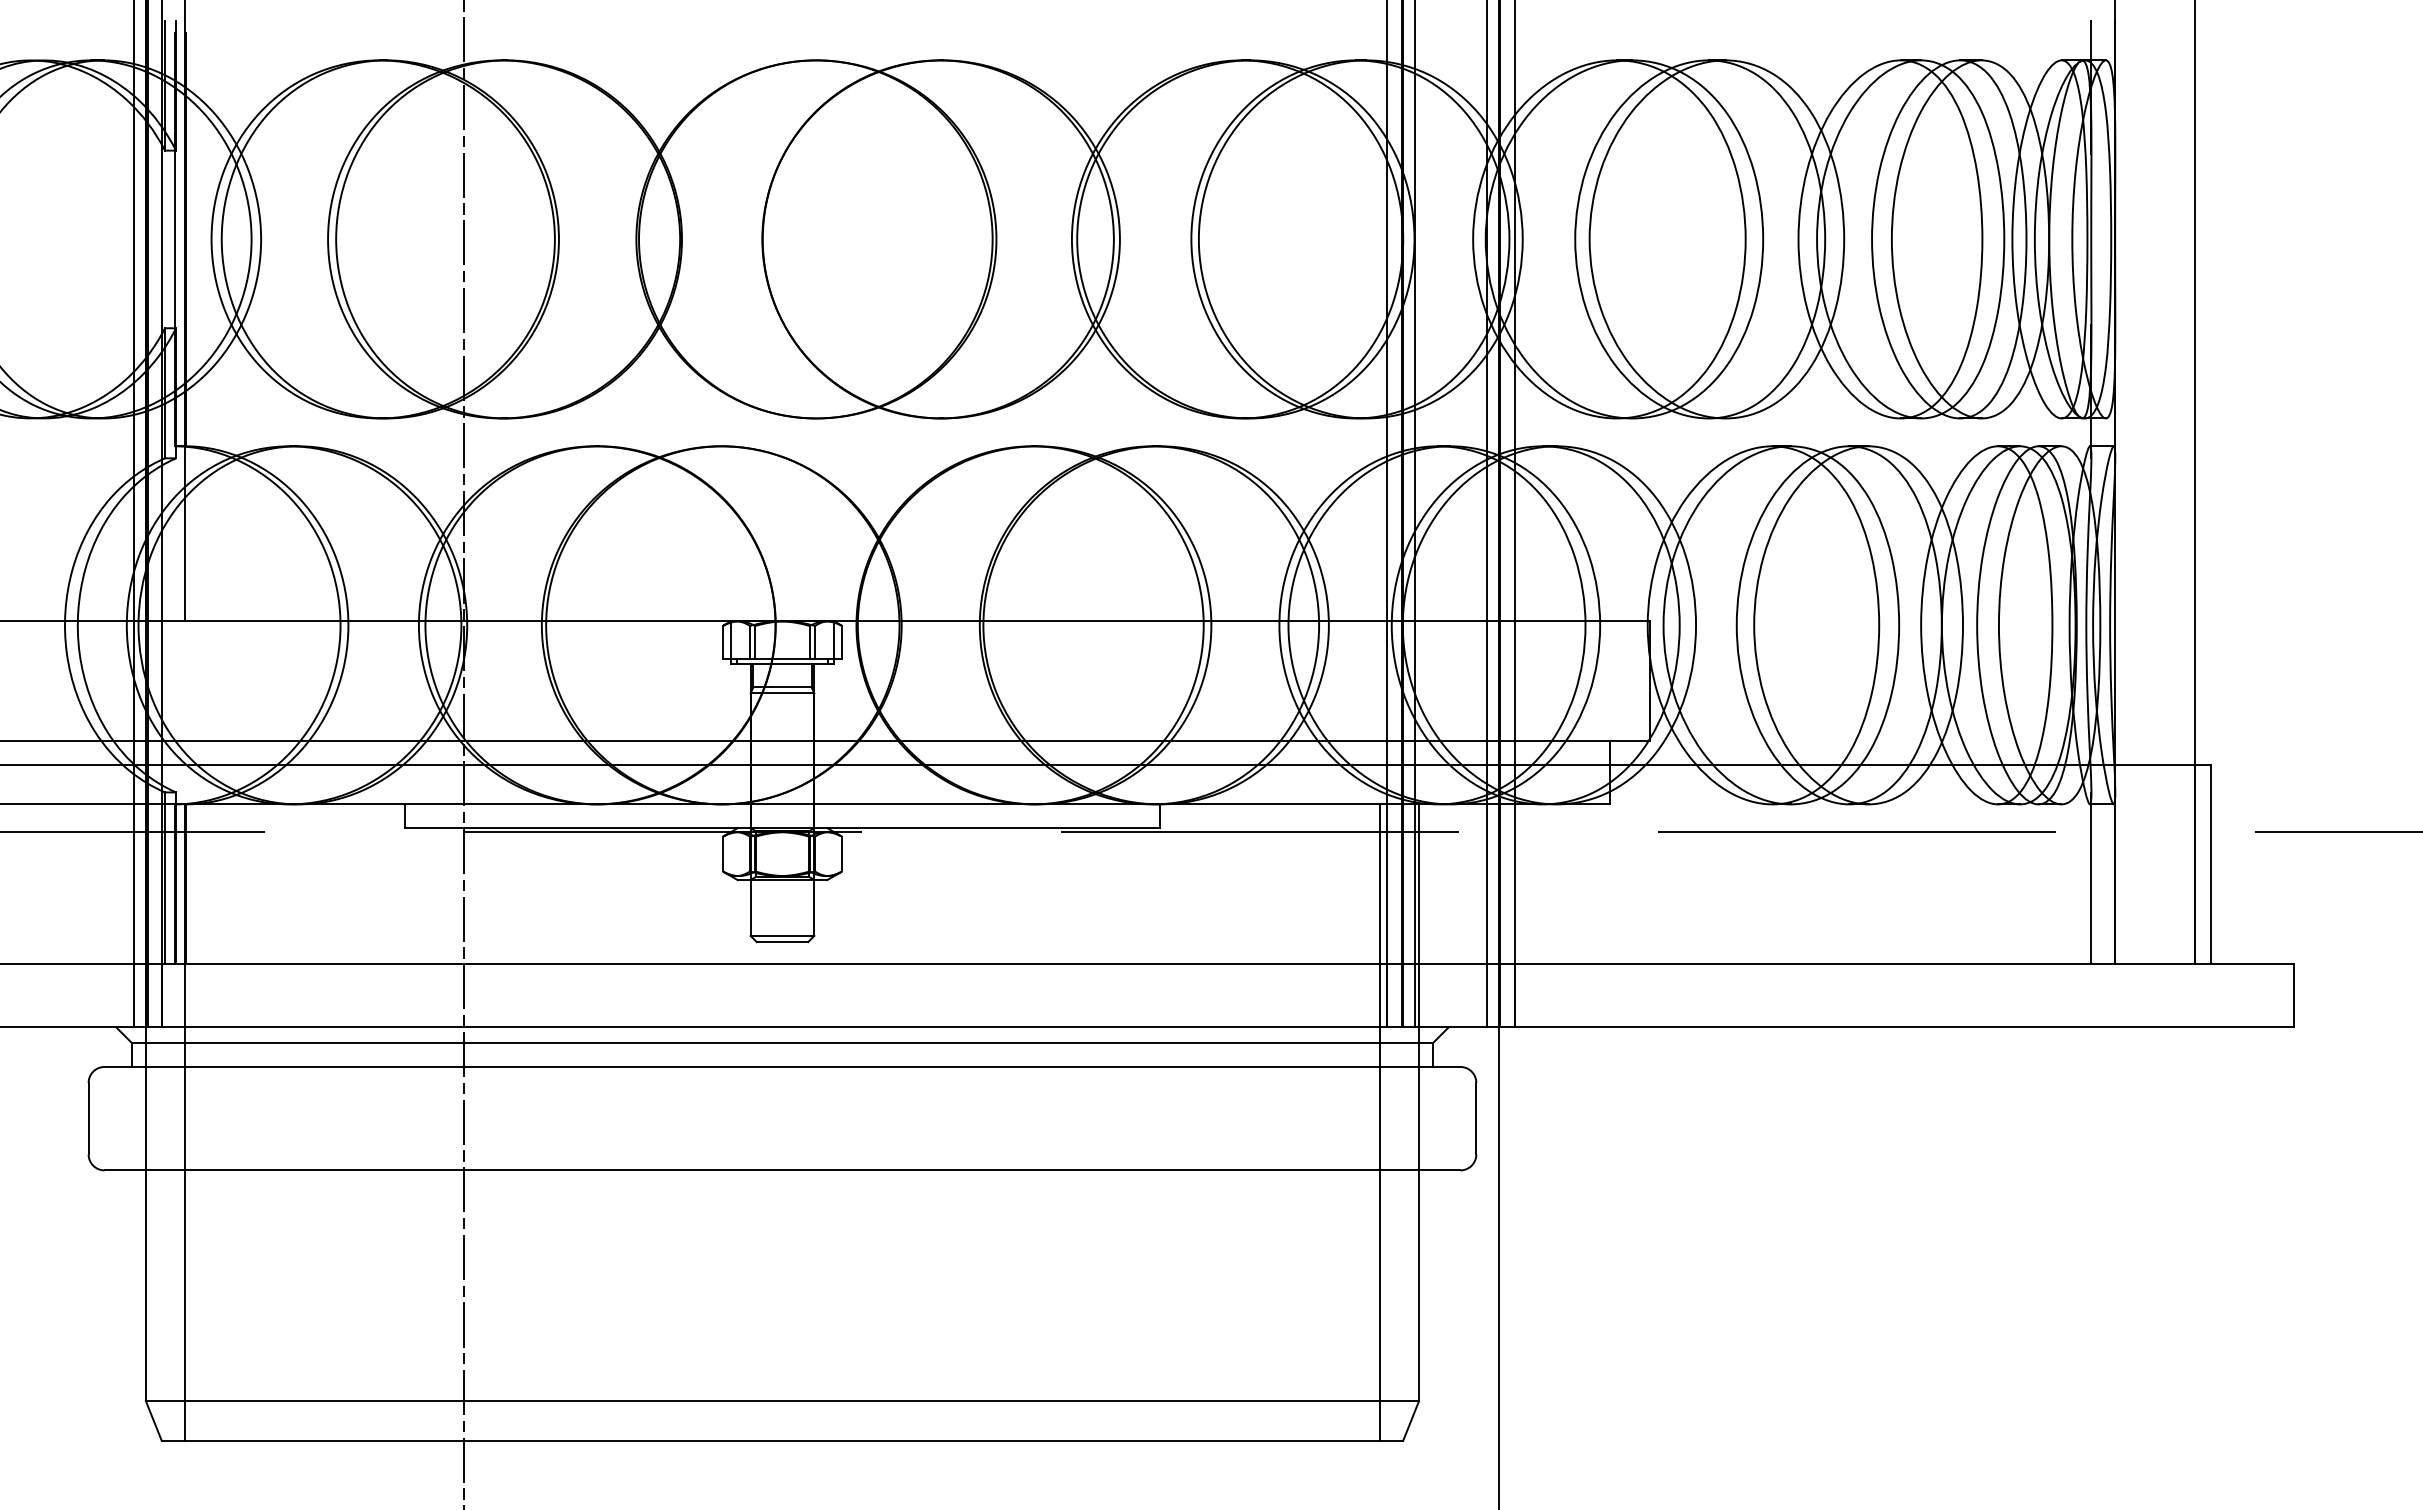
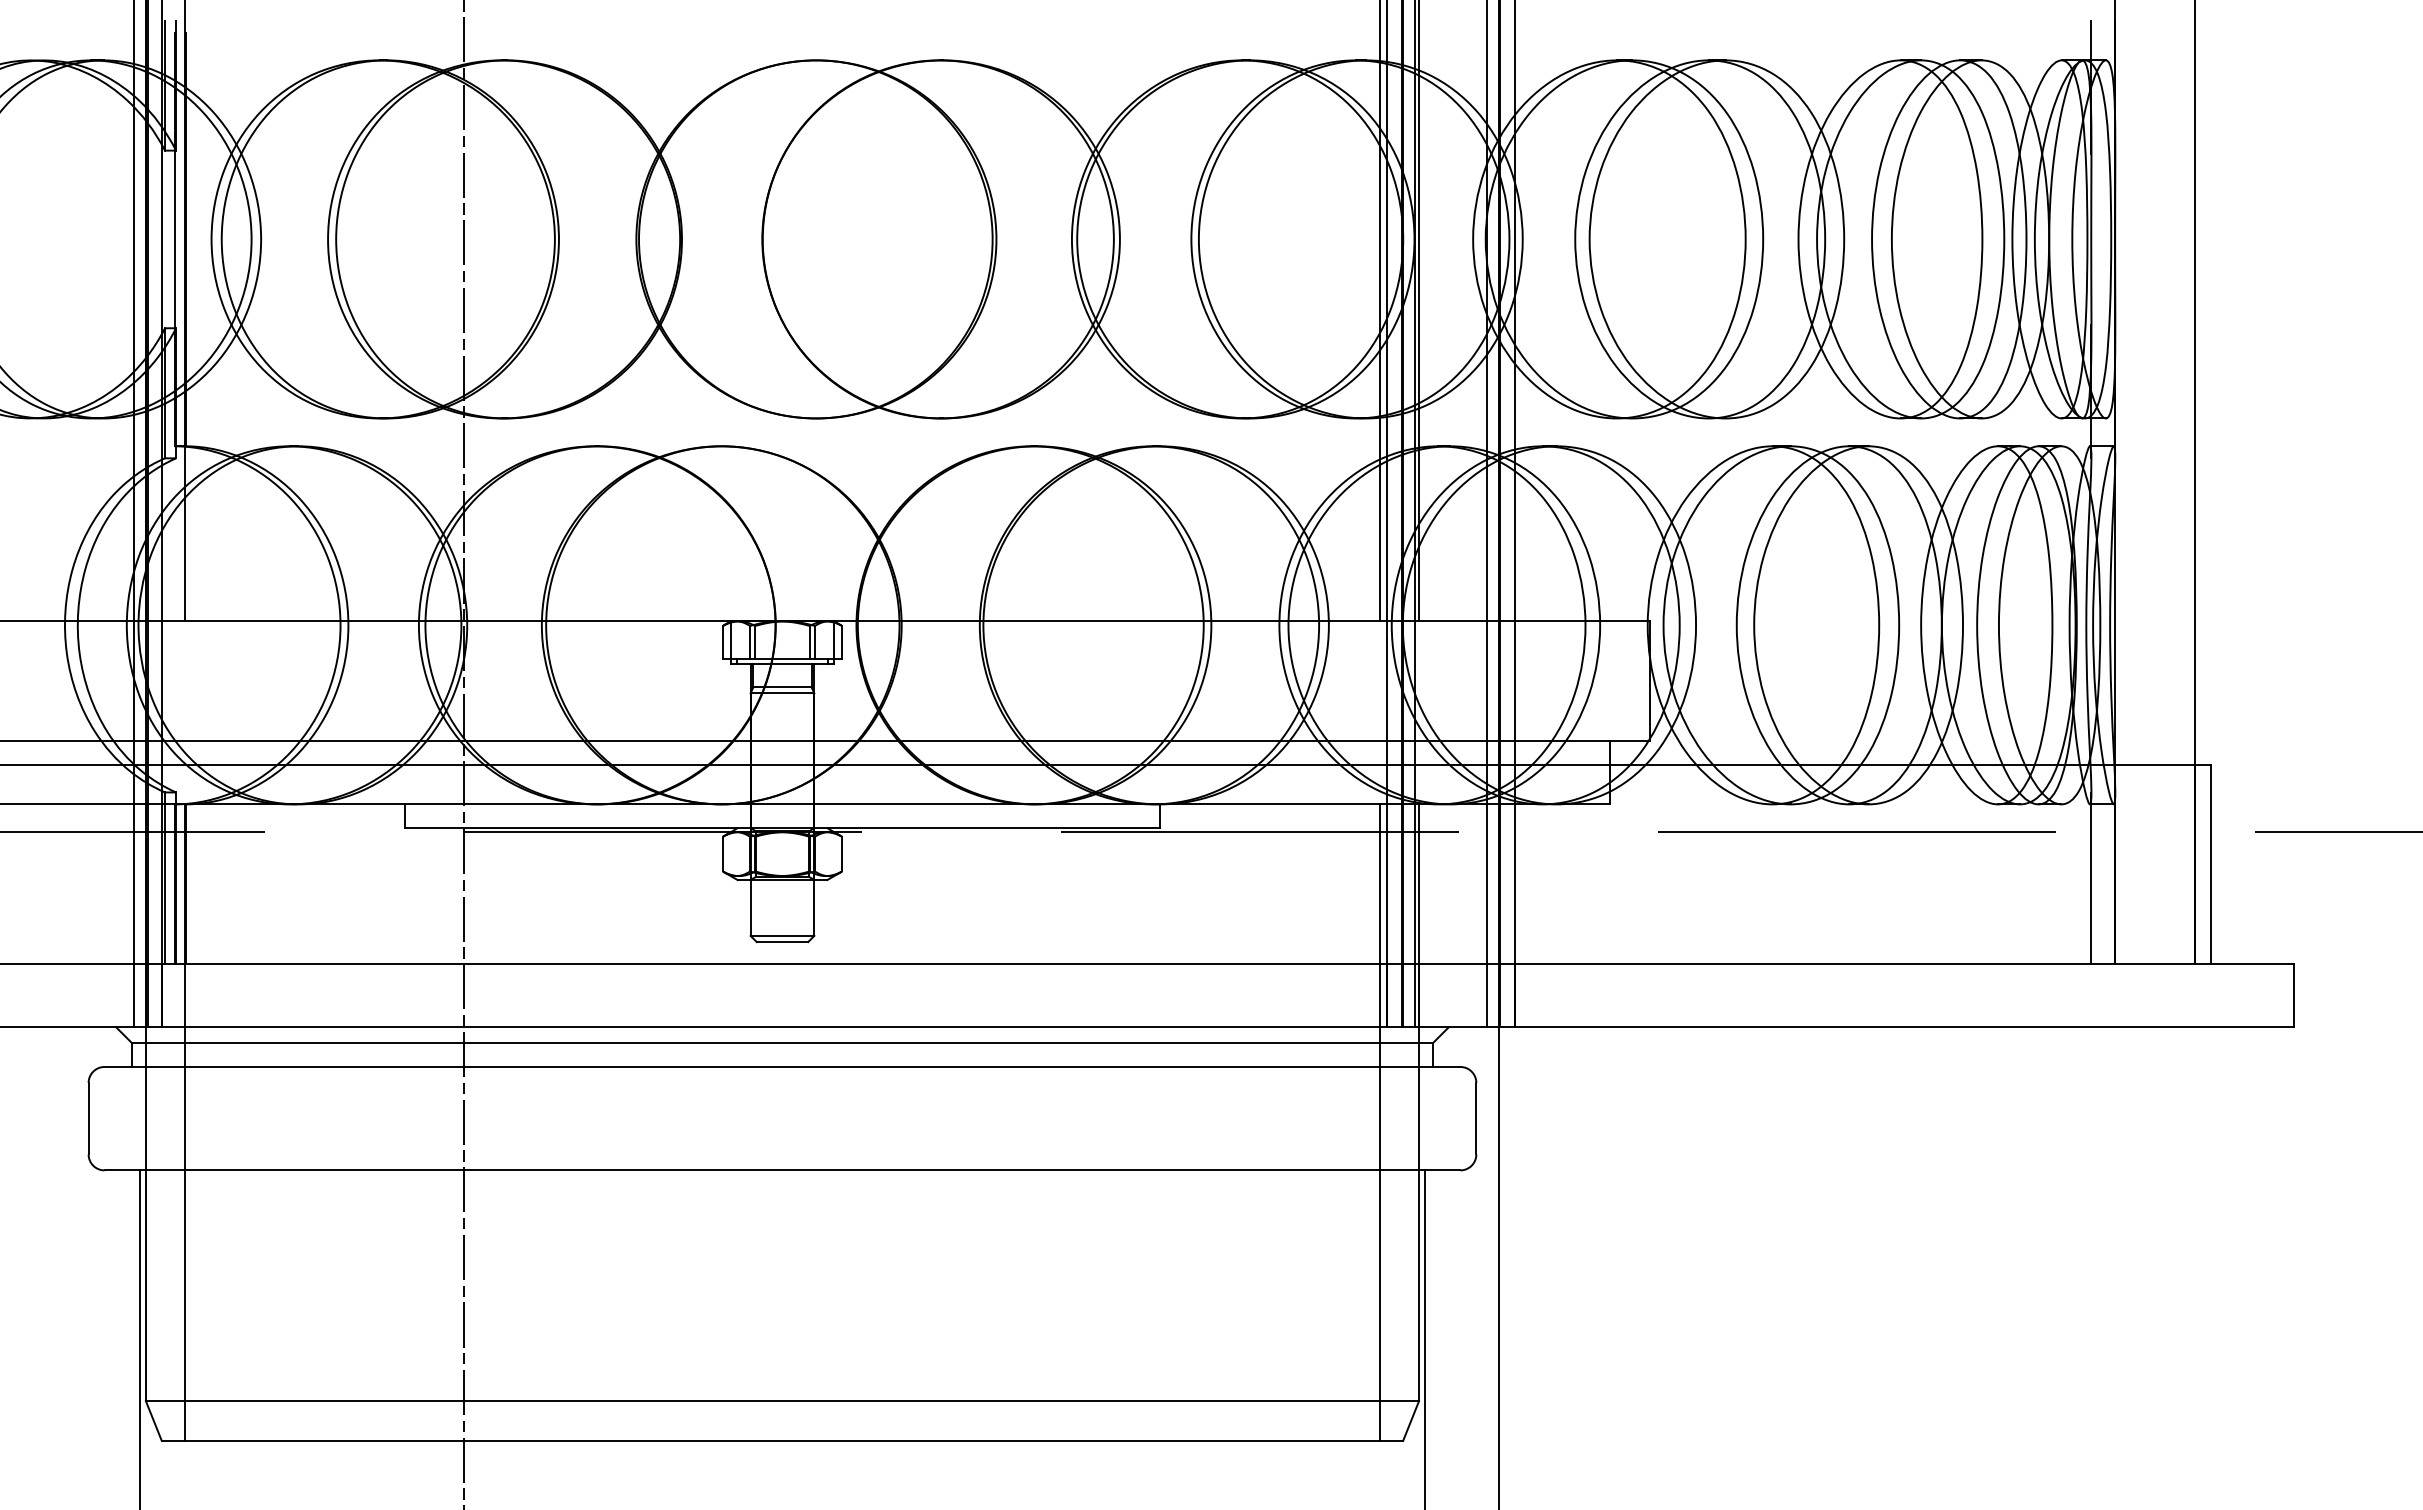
line at (1380, 311): none -> present
line at (1419, 311): none -> present
line at (139, 1338): none -> present
line at (1425, 1338): none -> present
